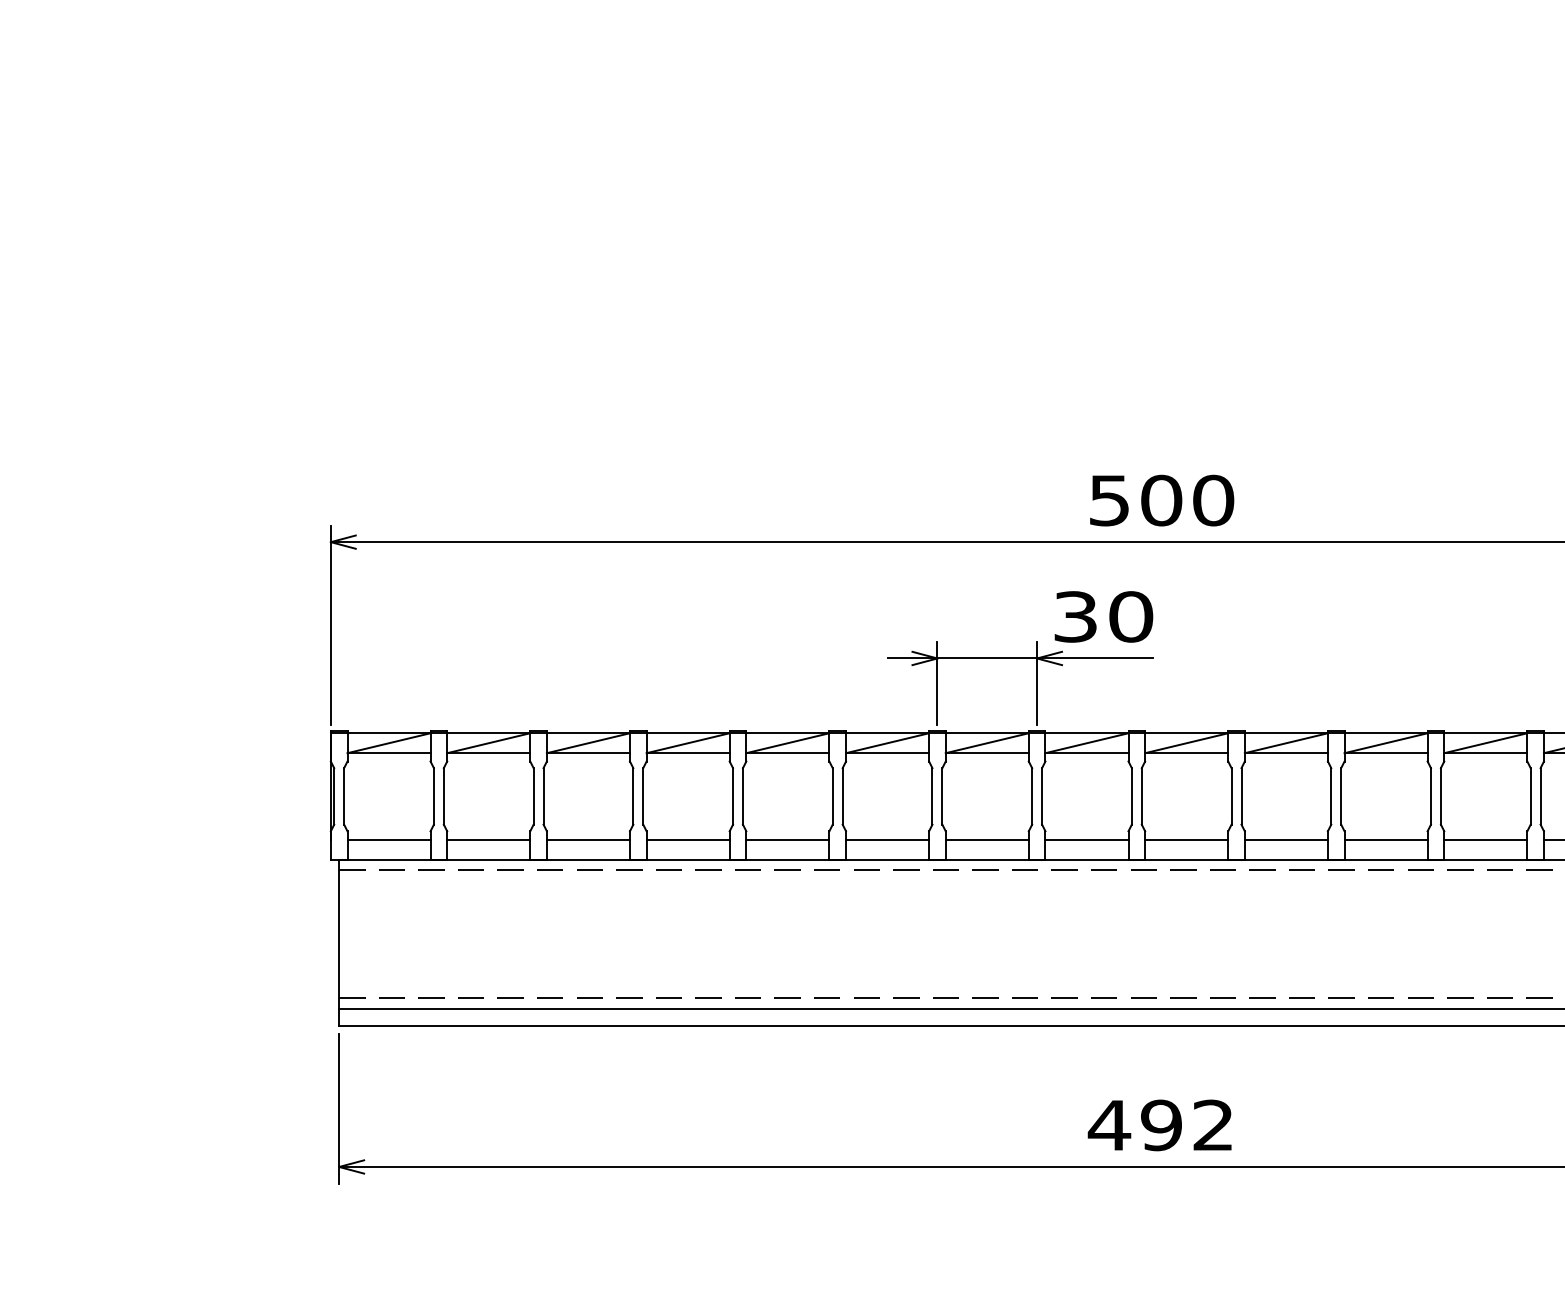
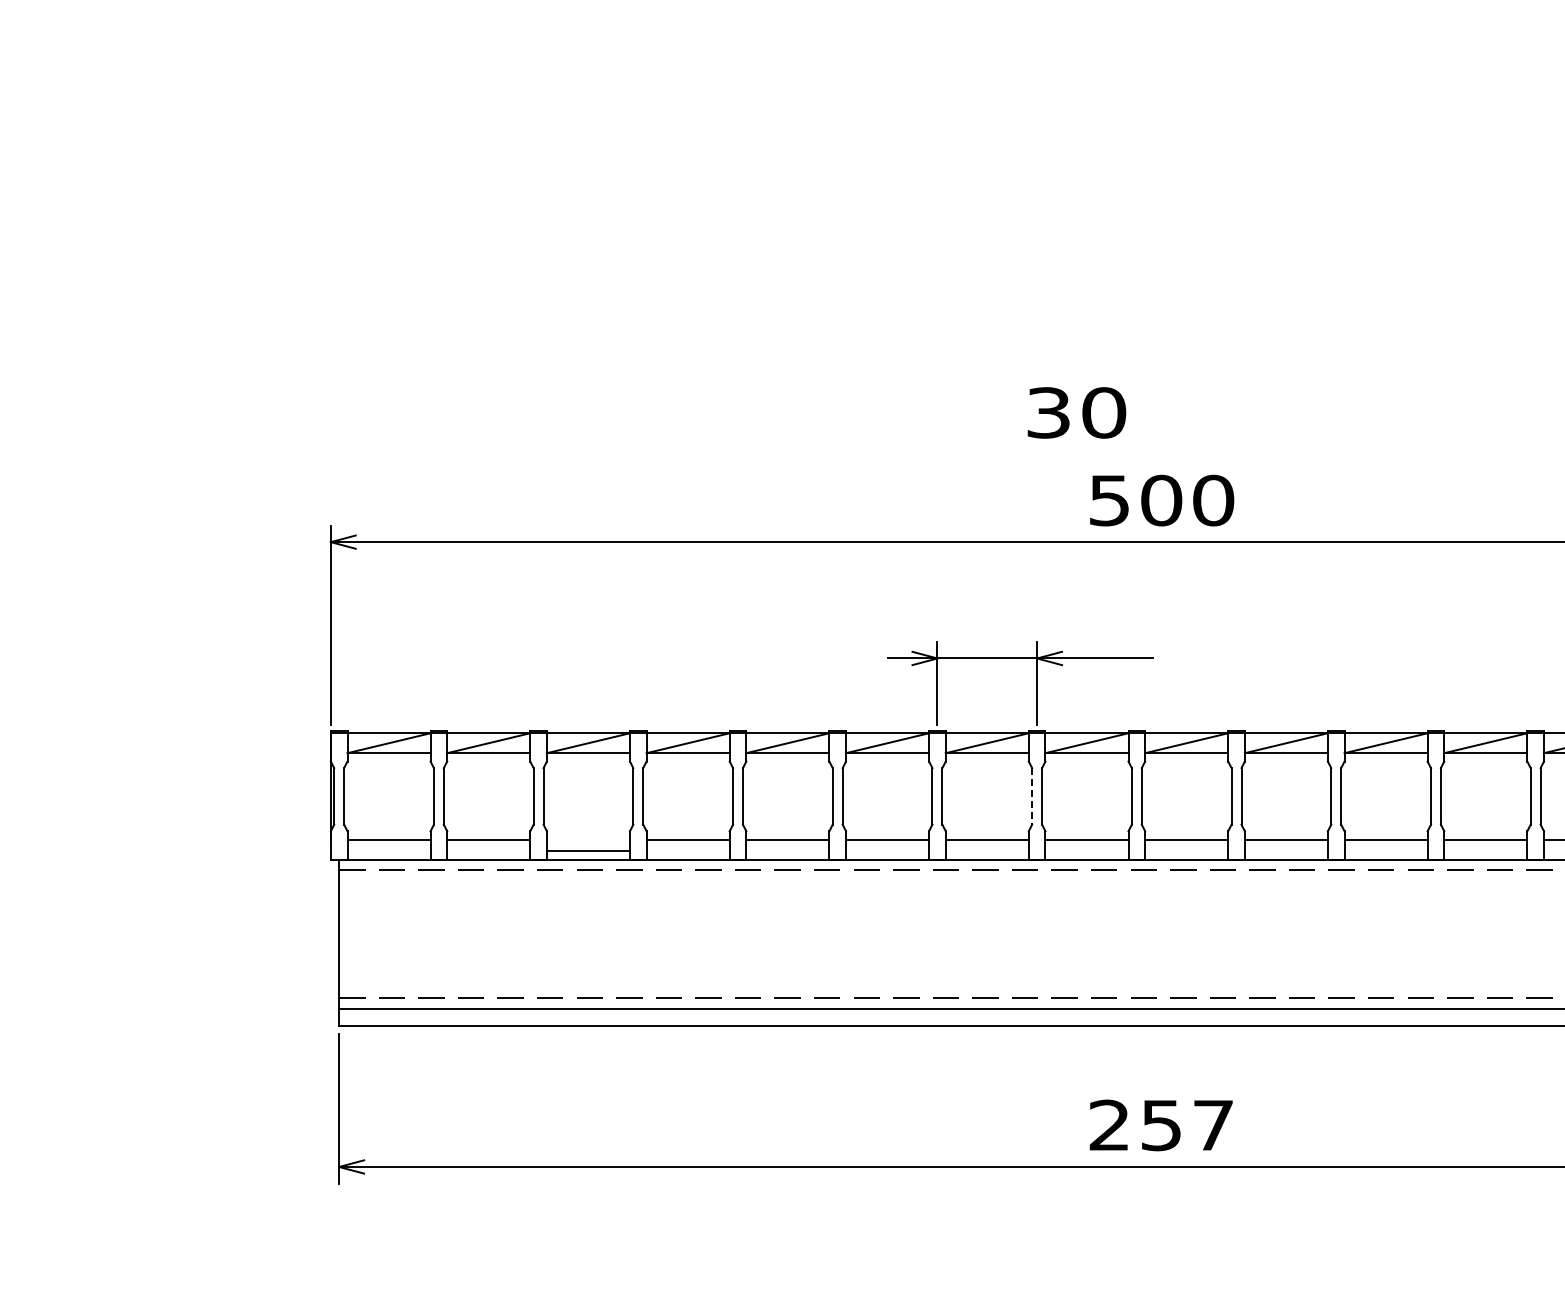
text at (1103, 616) position: (1103, 616) -> (1076, 412)
line at (1032, 796): solid -> dashed
line at (588, 839) position: (588, 839) -> (588, 850)
text at (1159, 1125): 492 -> 257
